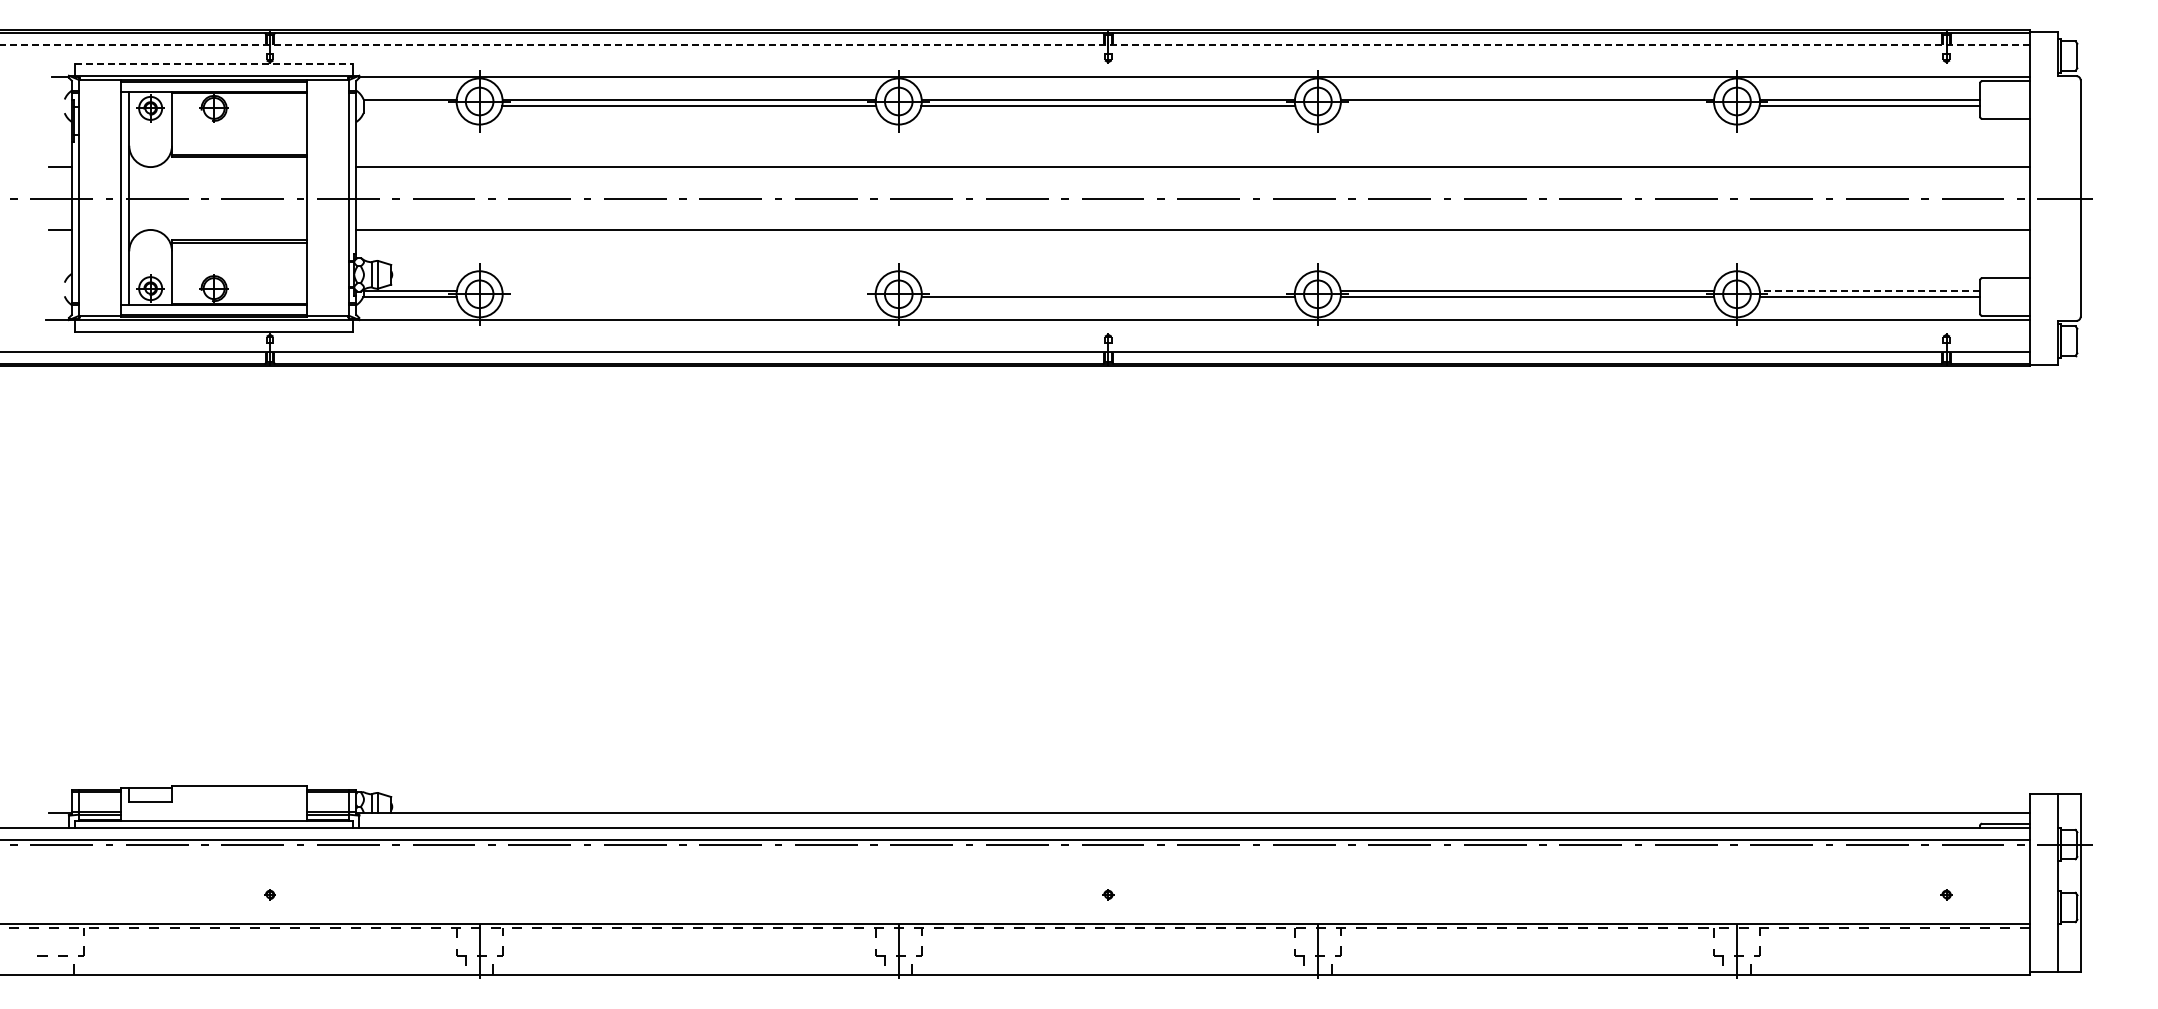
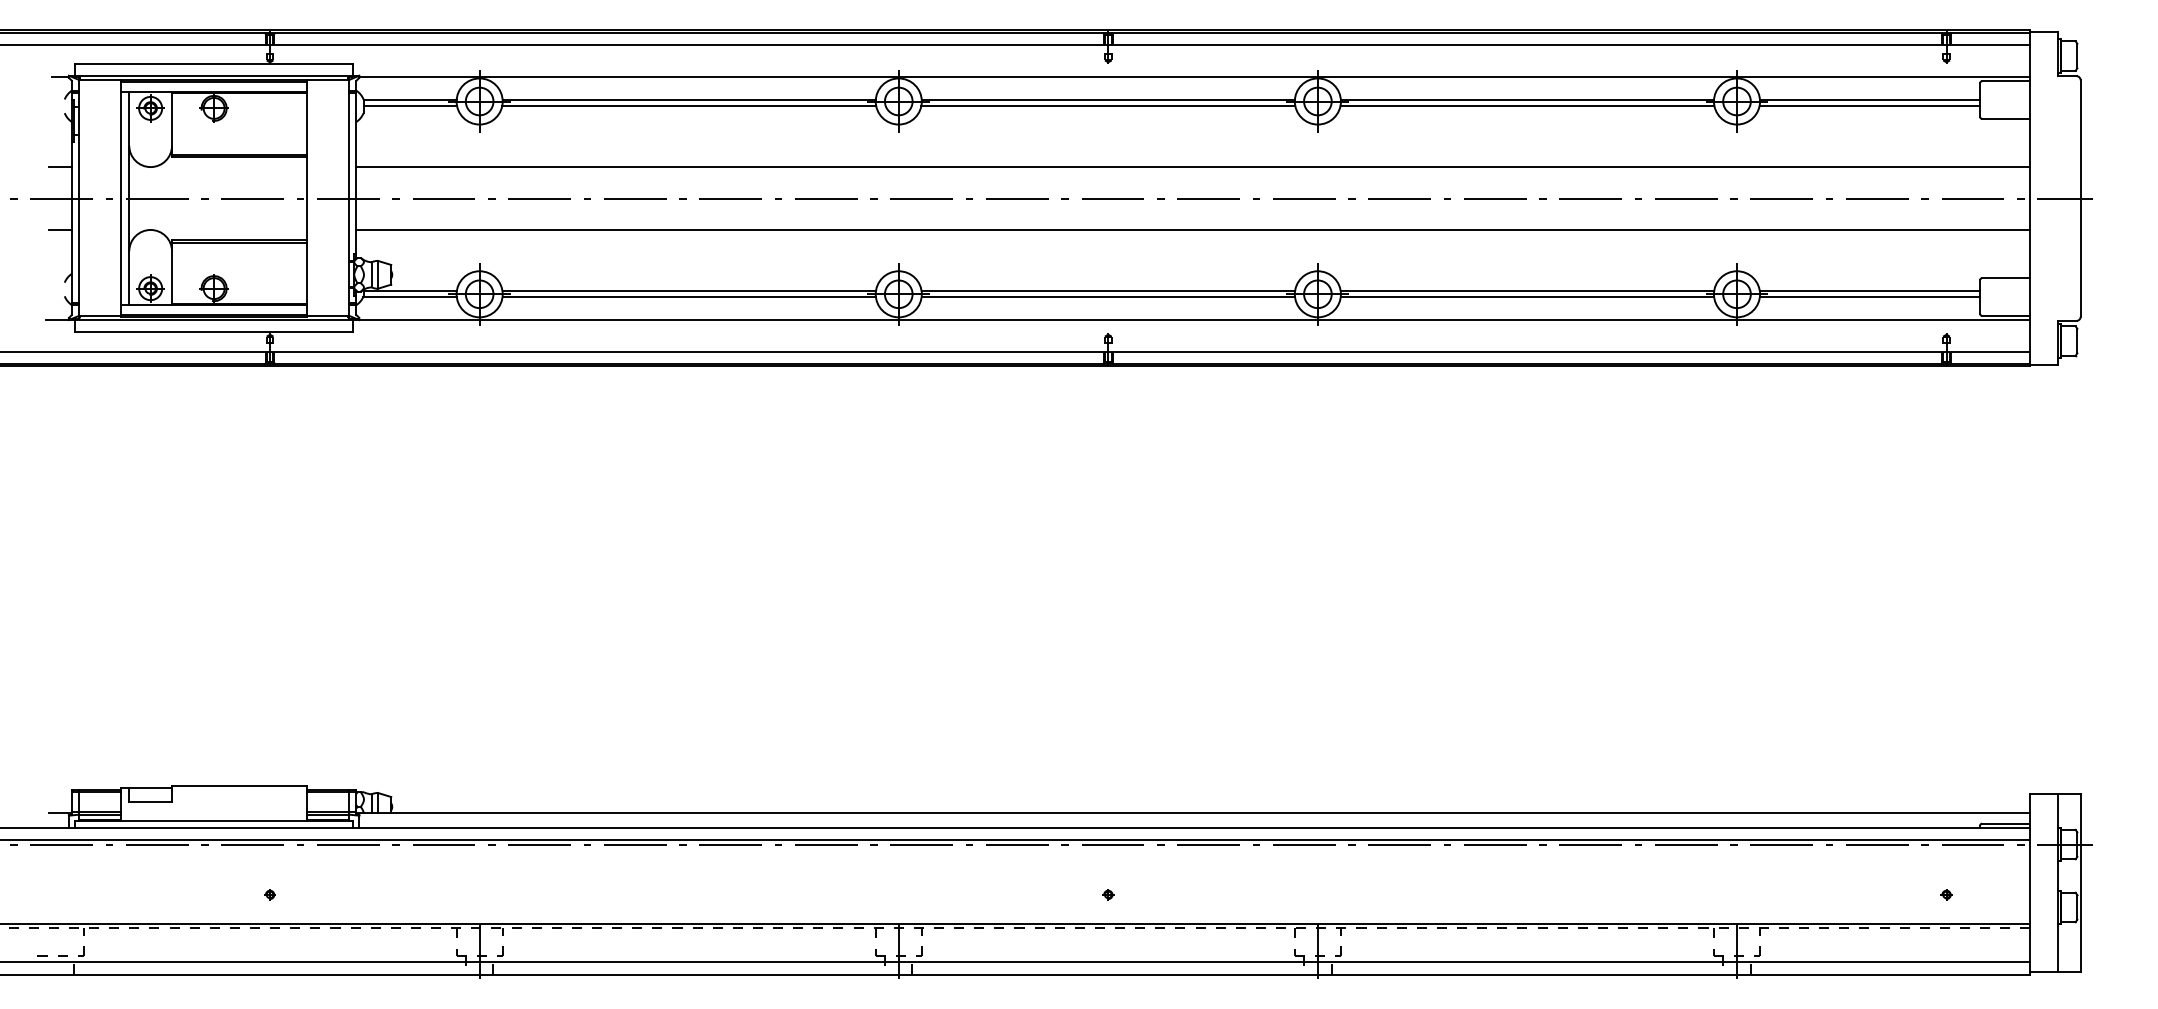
line at (1015, 45): dashed -> solid
line at (214, 63): dashed -> solid
line at (409, 105): none -> present
line at (1527, 105): none -> present
line at (688, 291): none -> present
line at (1108, 291): none -> present
line at (1869, 291): dashed -> solid
line at (688, 297): none -> present
line at (1016, 961): none -> present
